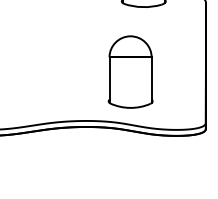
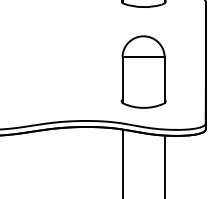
part at (130, 71) position: (130, 71) -> (143, 71)
line at (122, 162): none -> present
line at (164, 165): none -> present
